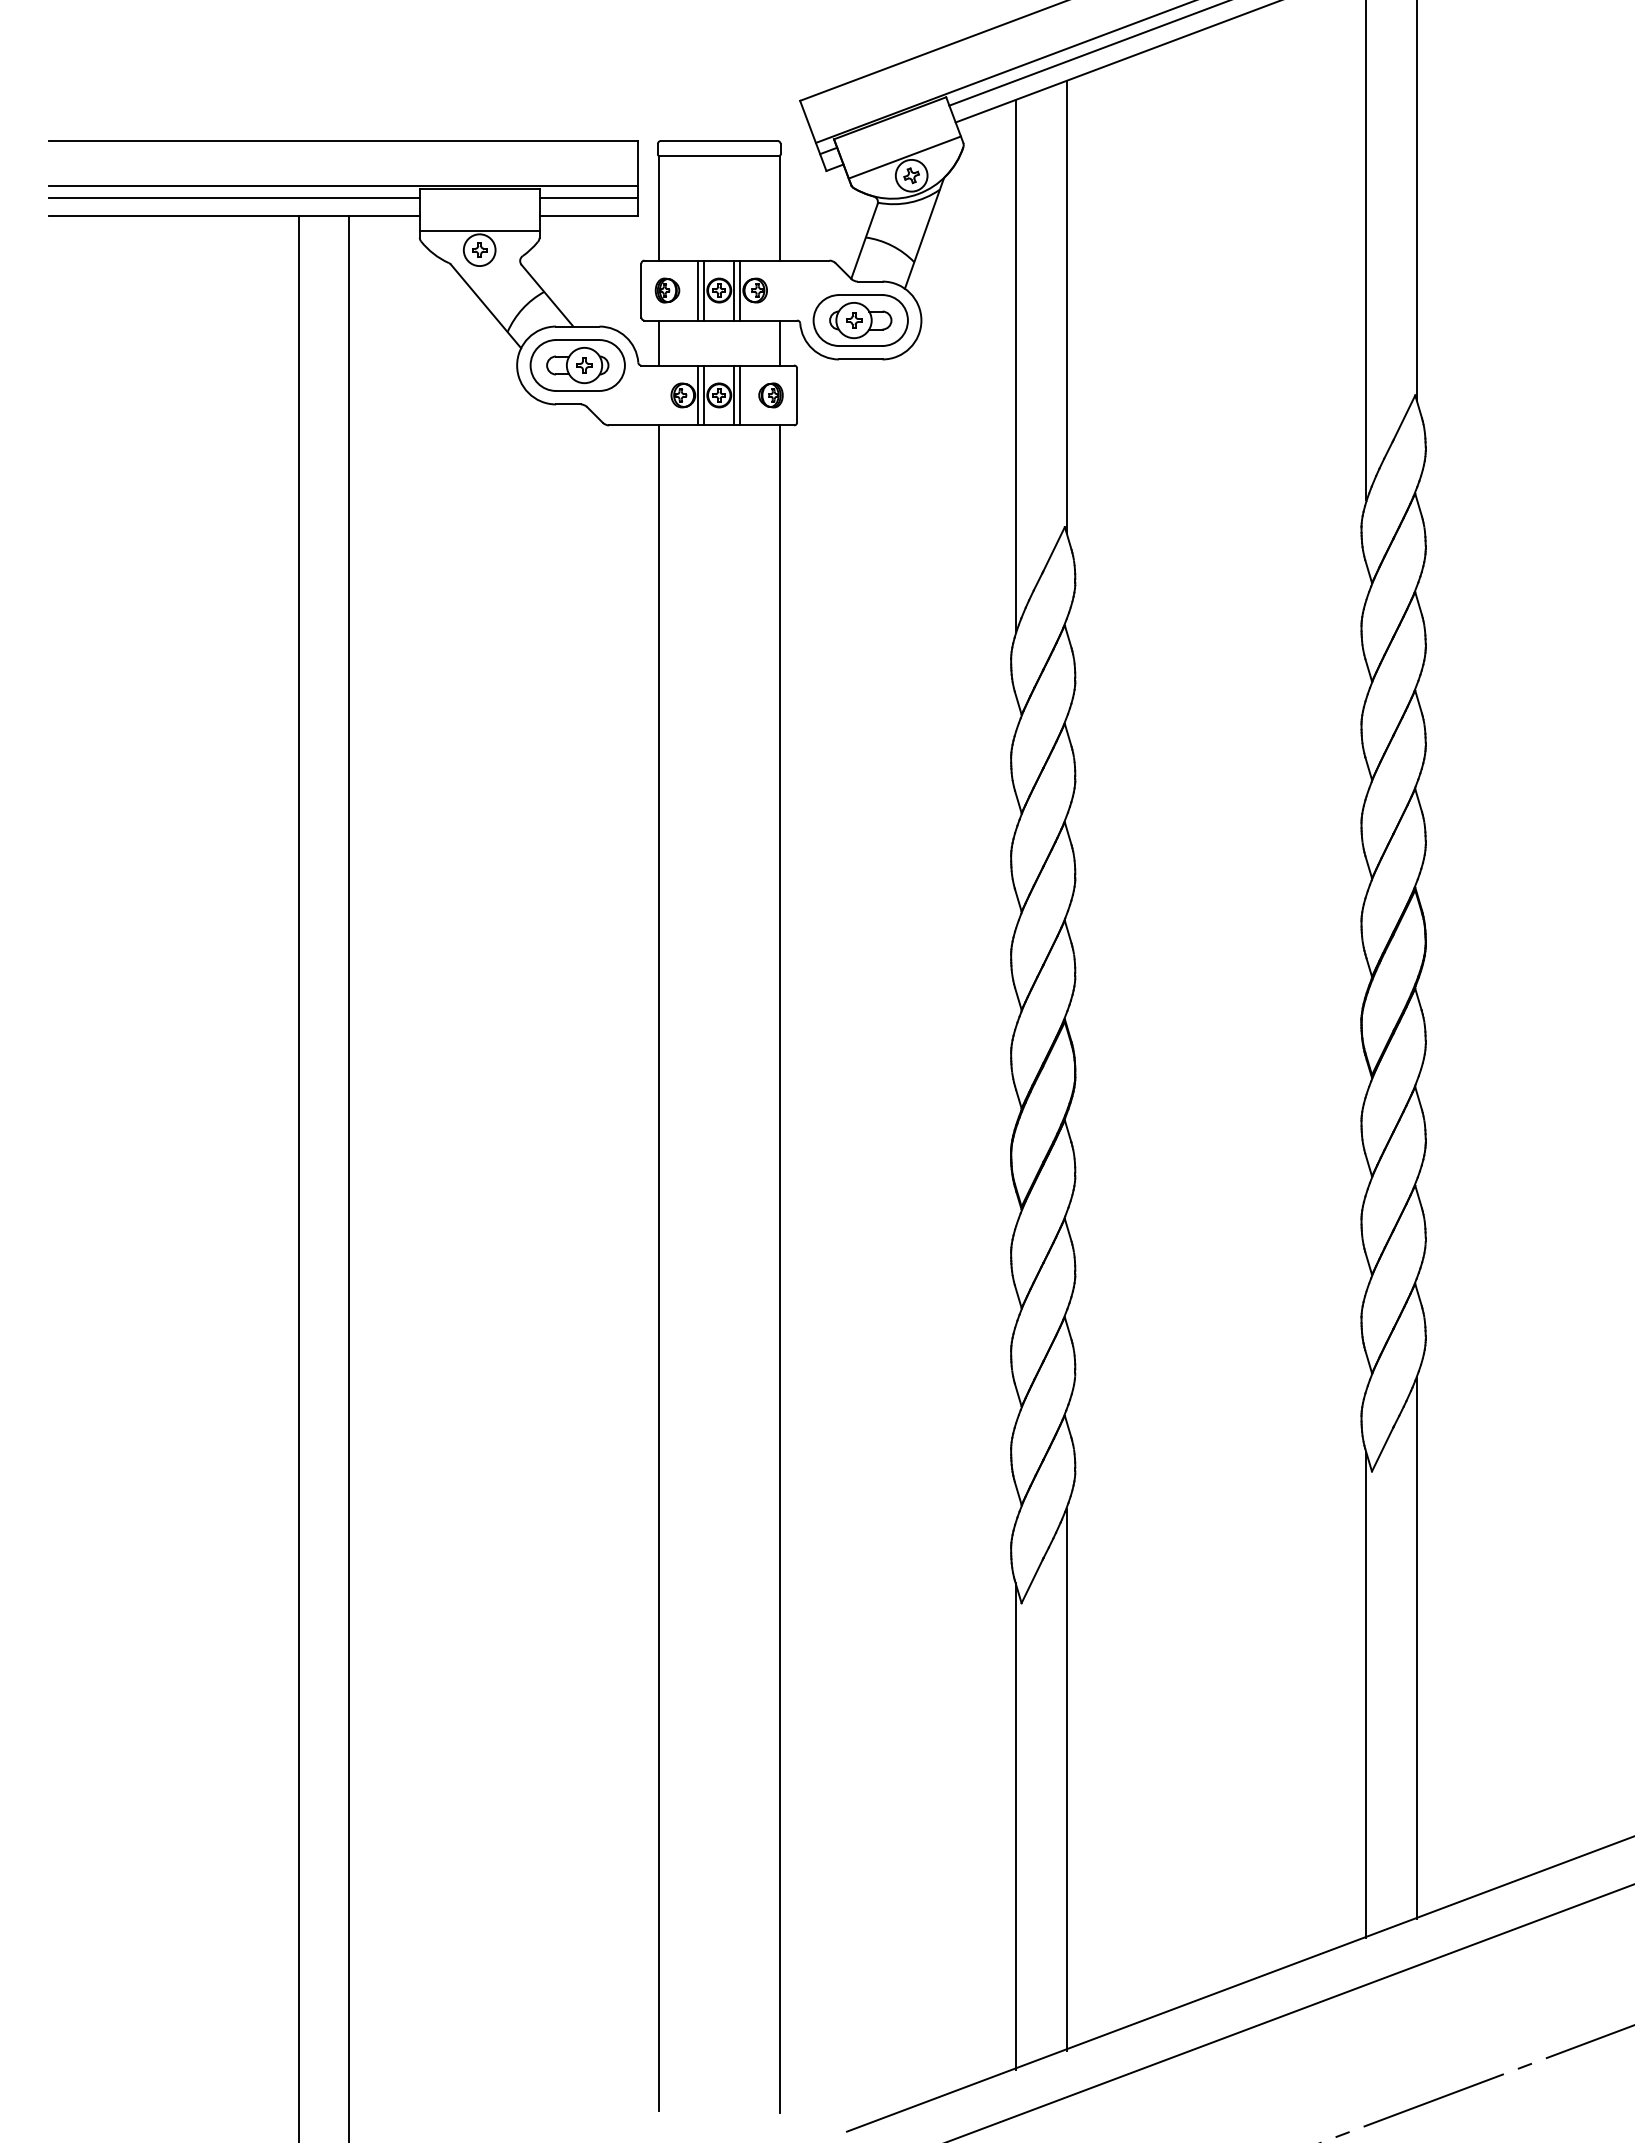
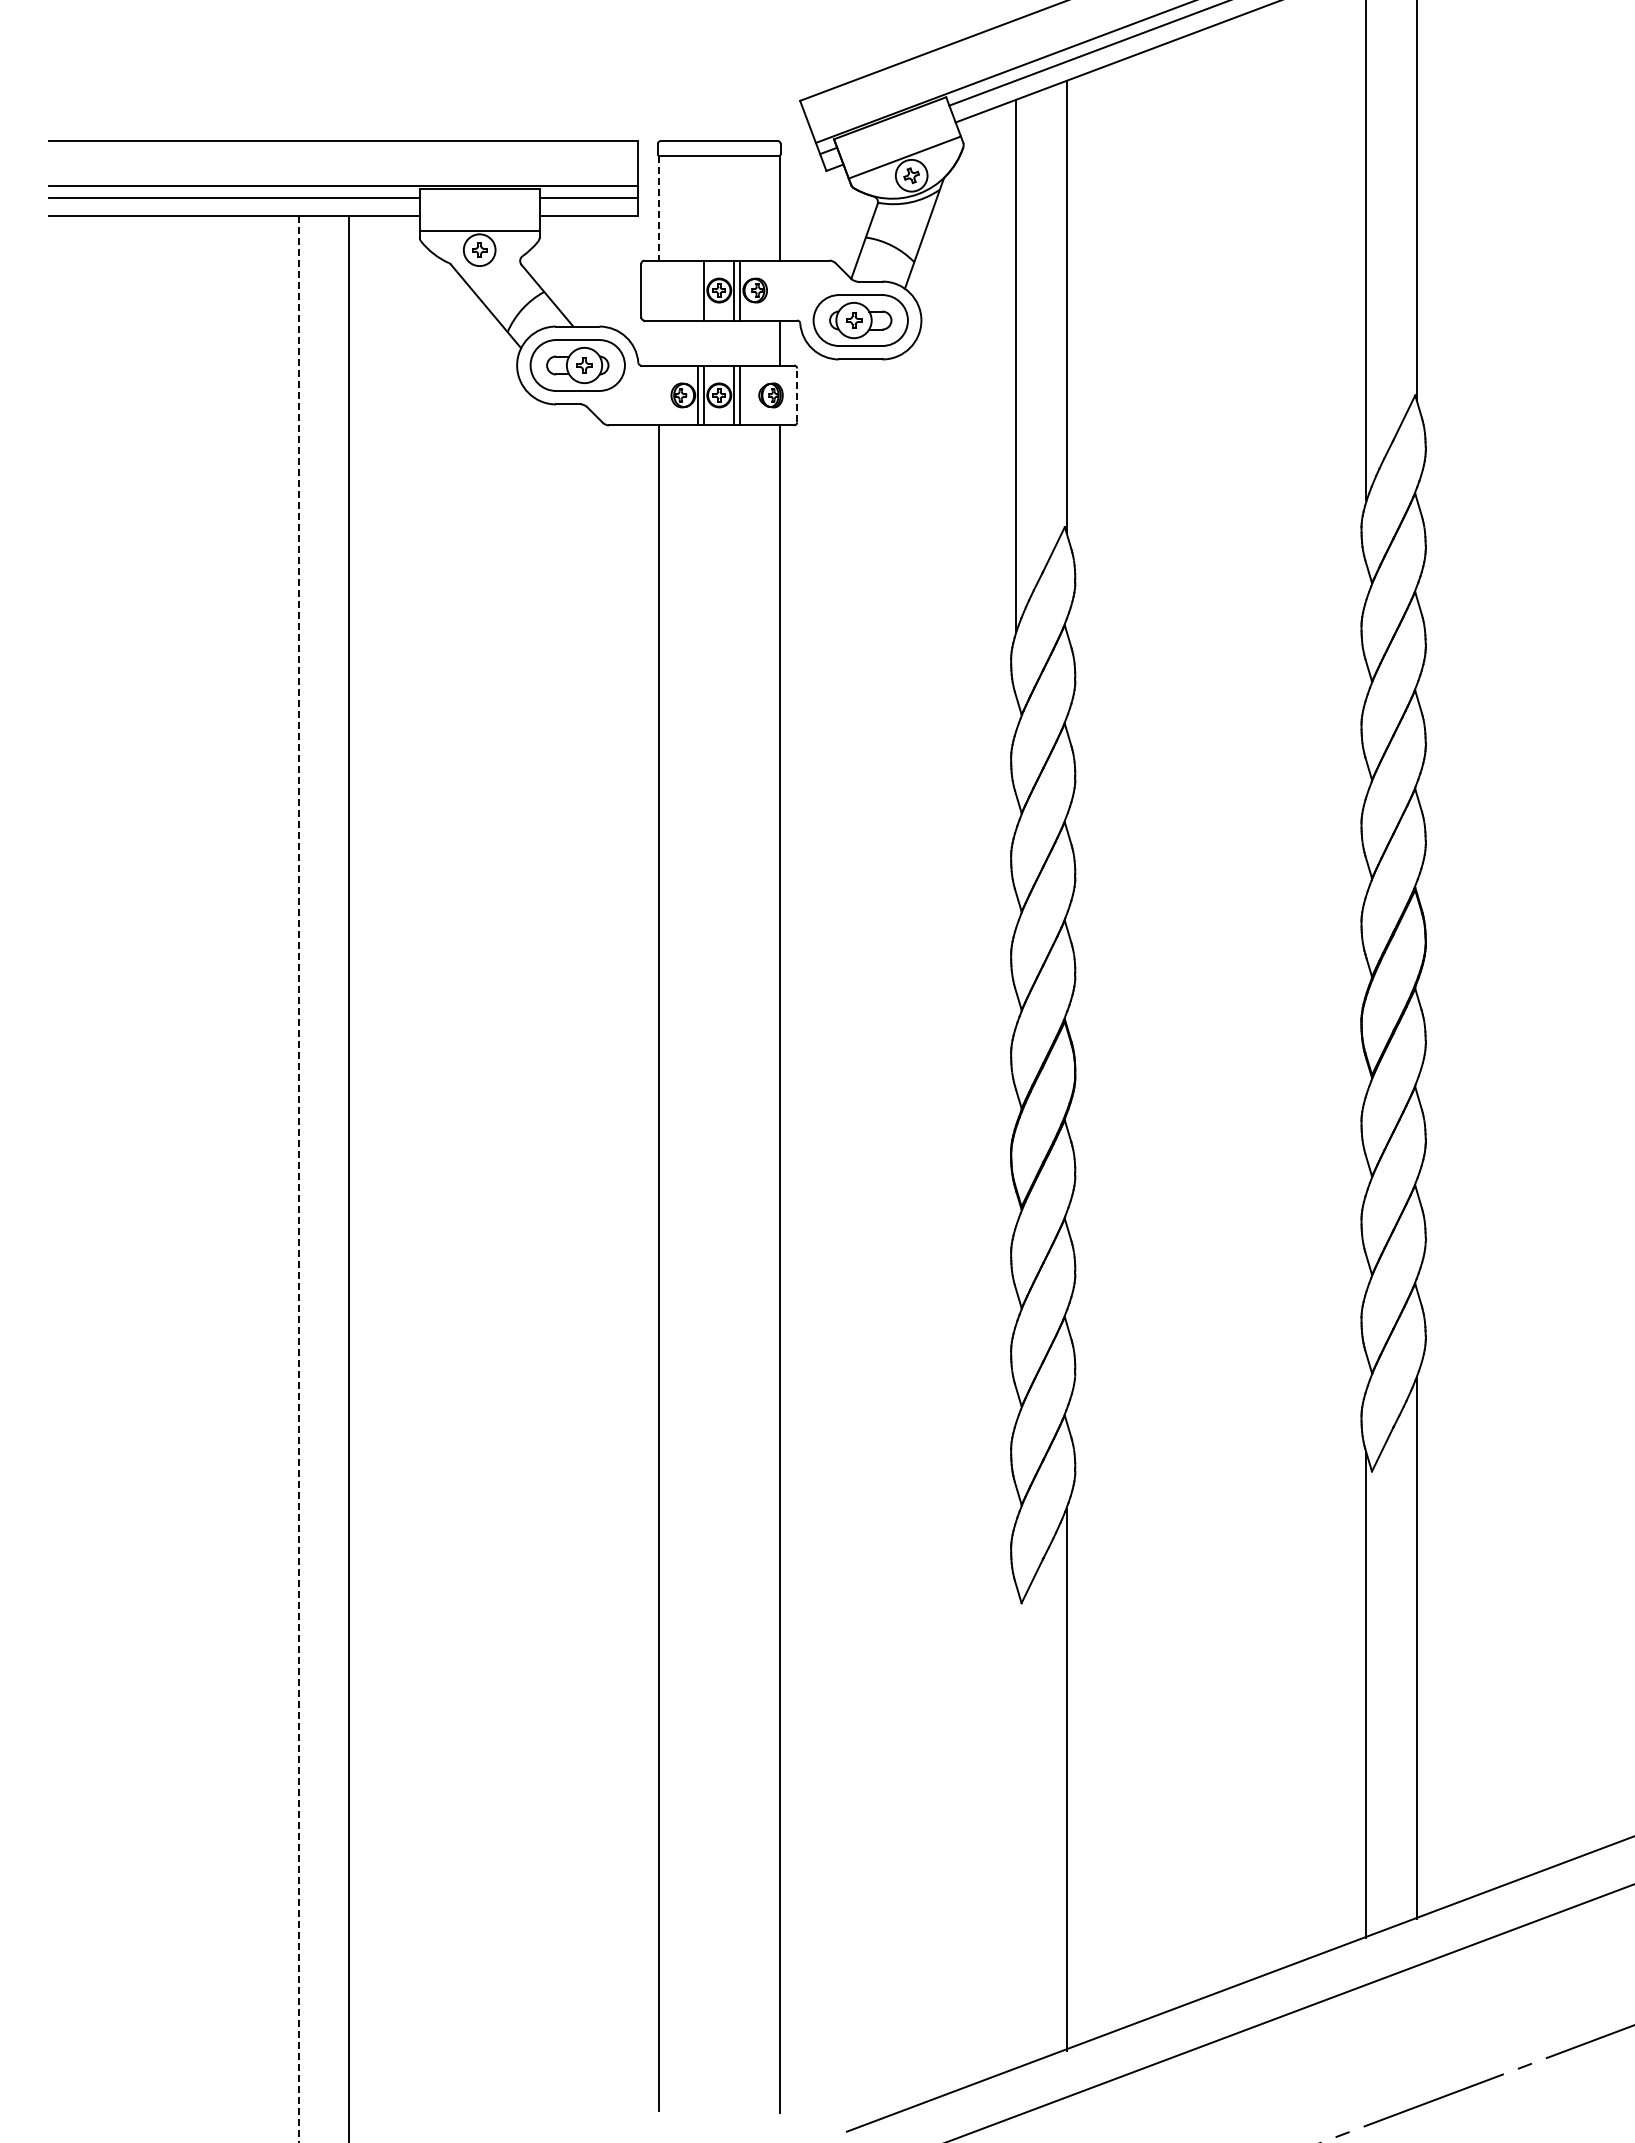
line at (658, 208): solid -> dashed
part at (667, 290): present -> none
line at (698, 290): present -> none
line at (658, 342): present -> none
line at (797, 395): solid -> dashed
line at (298, 1179): solid -> dashed
line at (1015, 1826): present -> none
